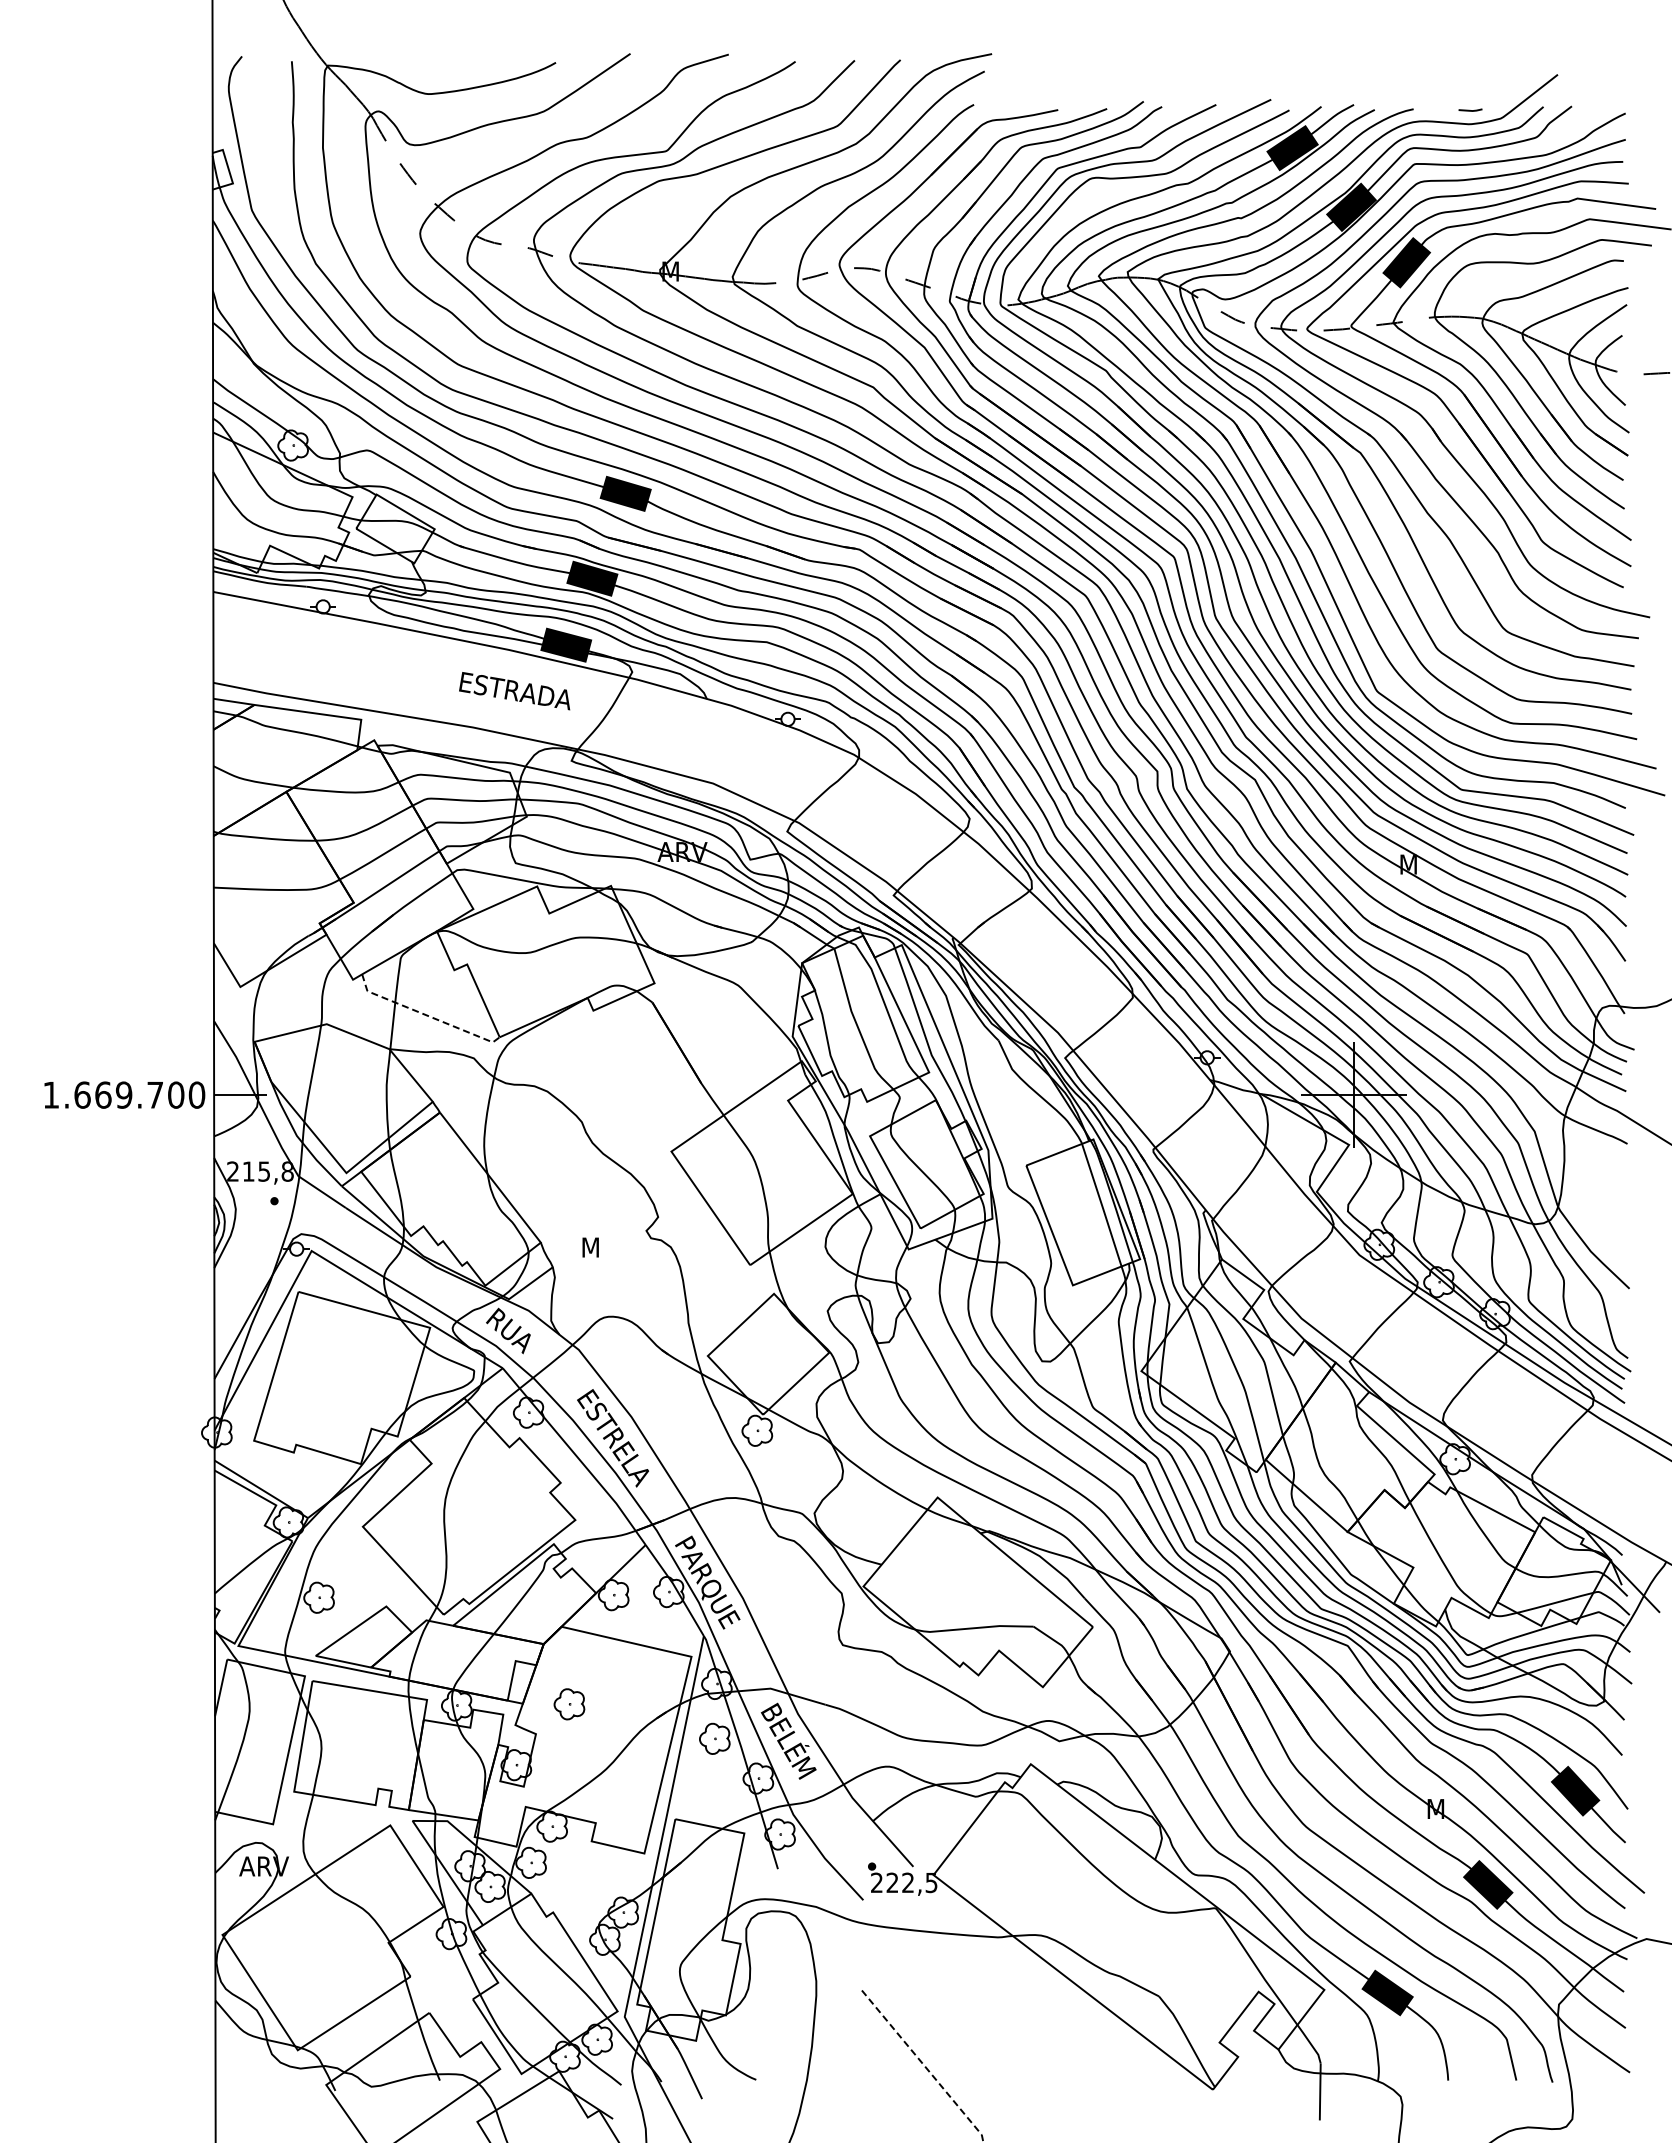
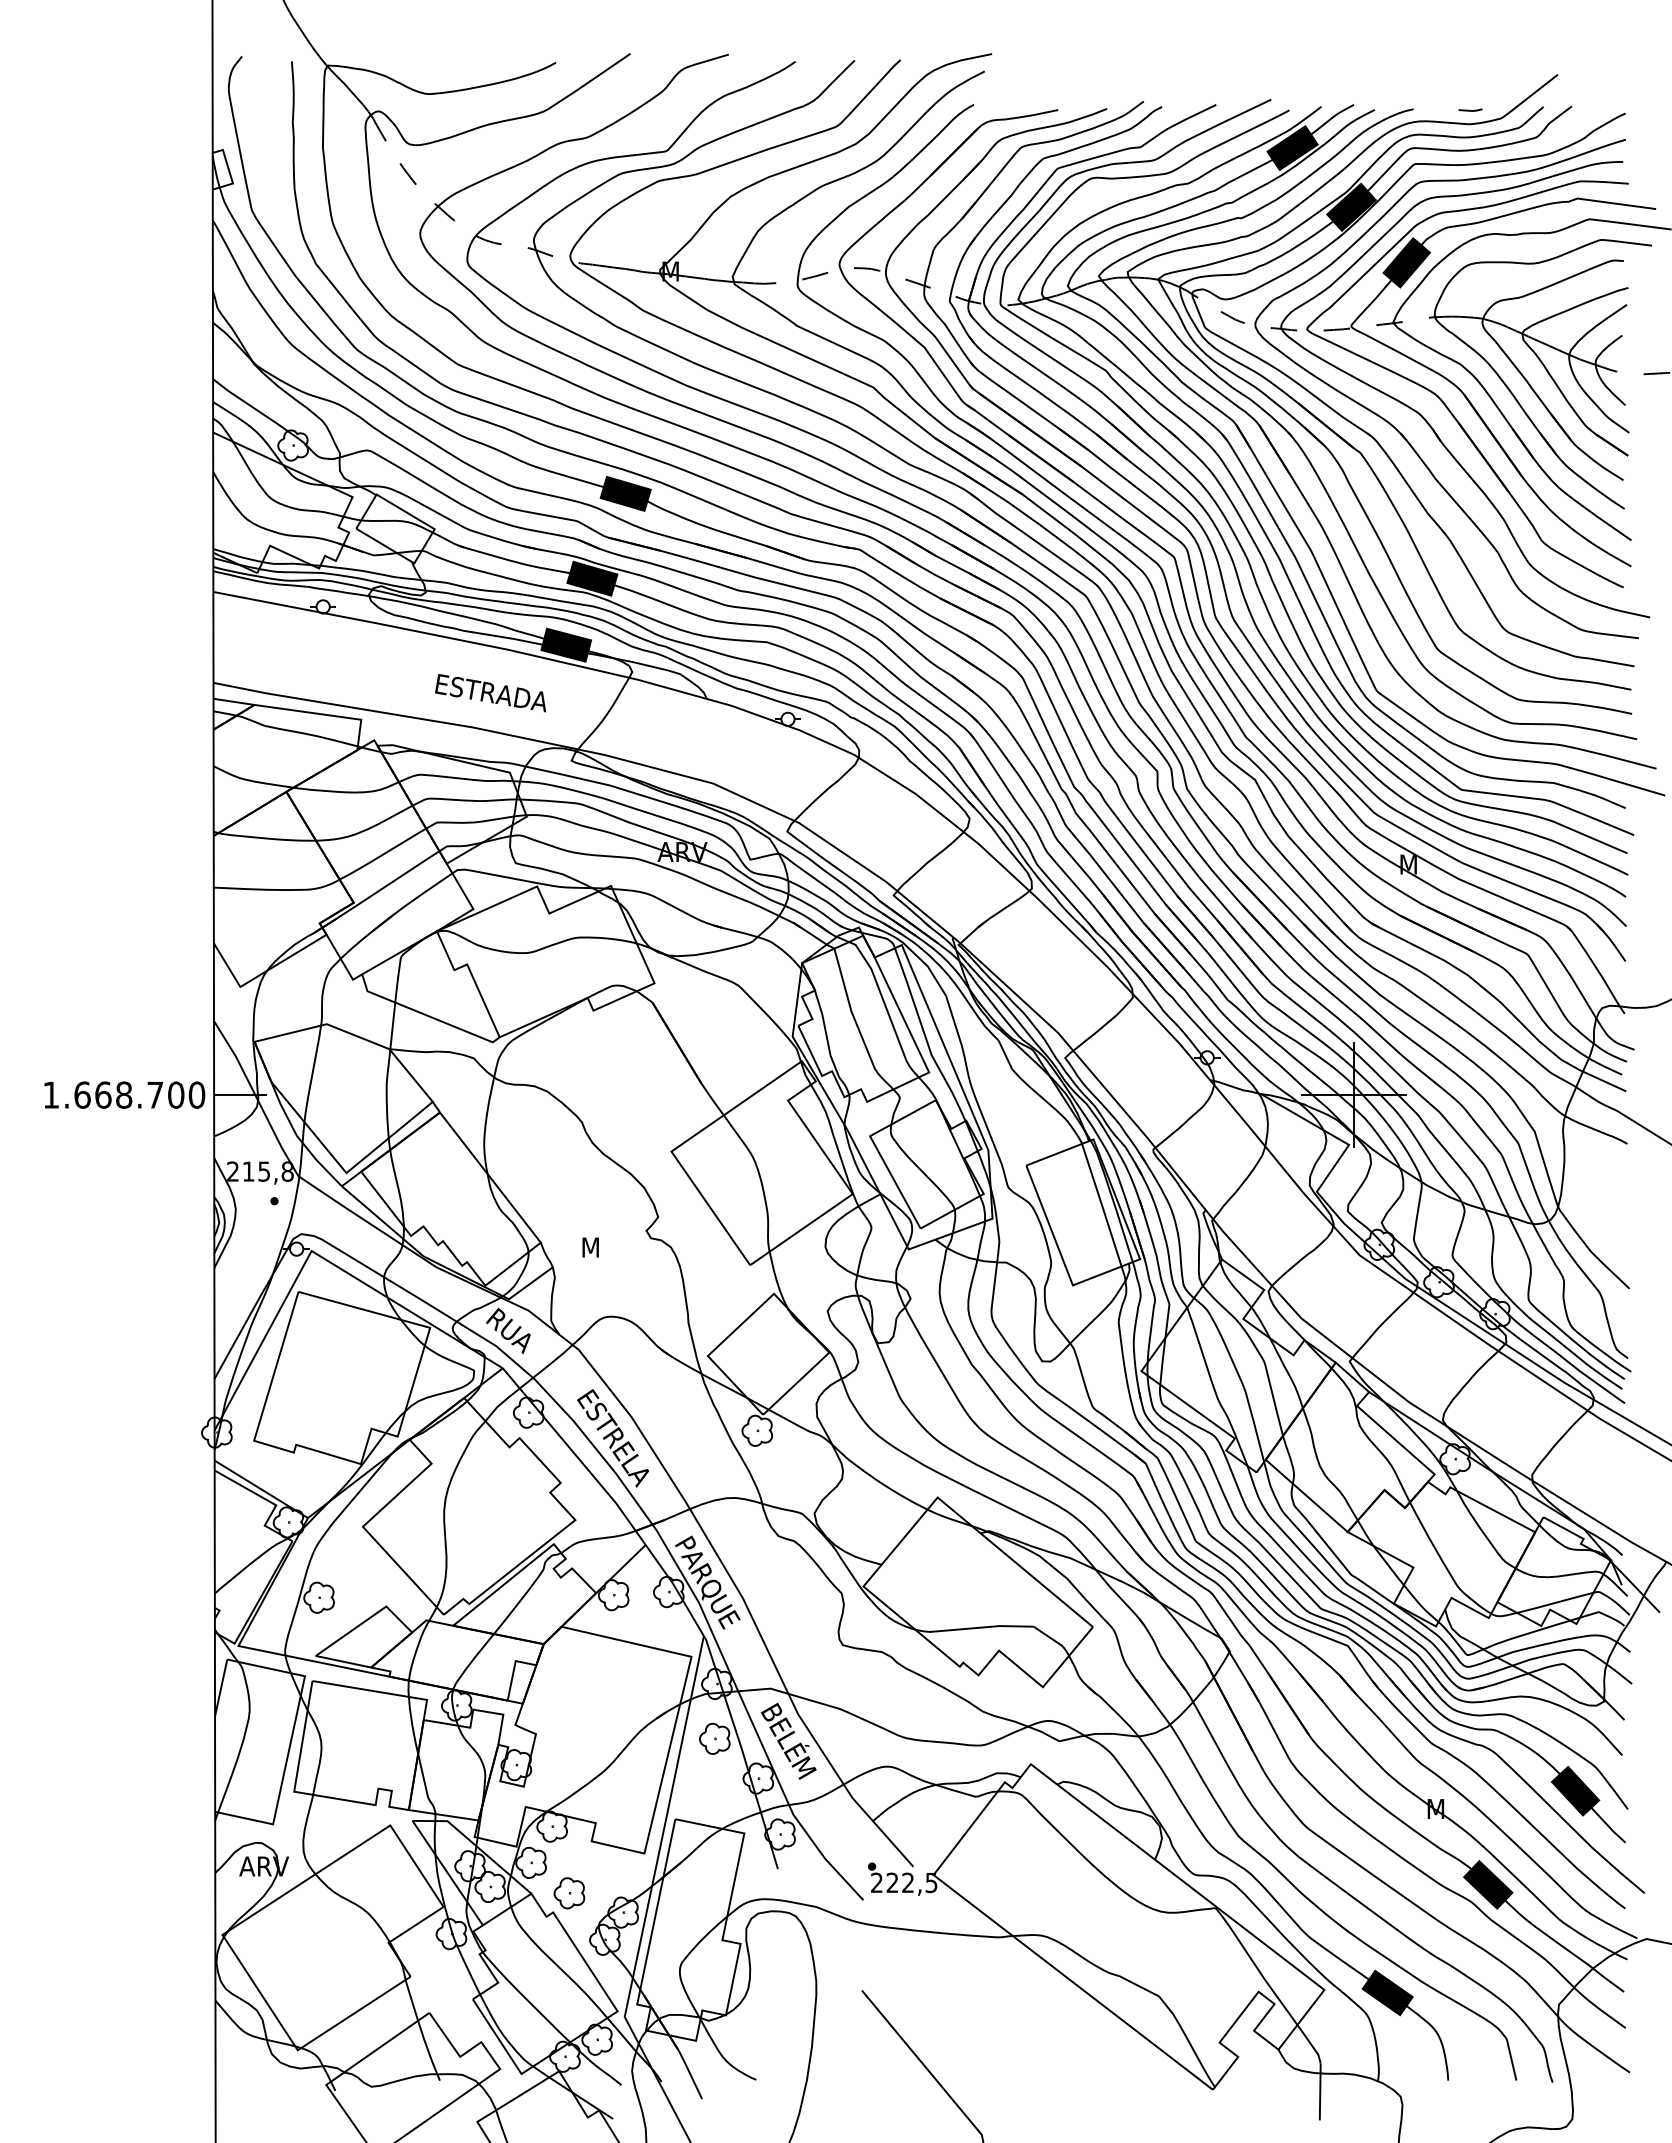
text at (514, 691) position: (514, 691) -> (490, 693)
line at (426, 1015): dashed -> solid
text at (123, 1094): 1.669.700 -> 1.668.700
part at (569, 1704) position: (569, 1704) -> (569, 1893)
line at (925, 2066): dashed -> solid
